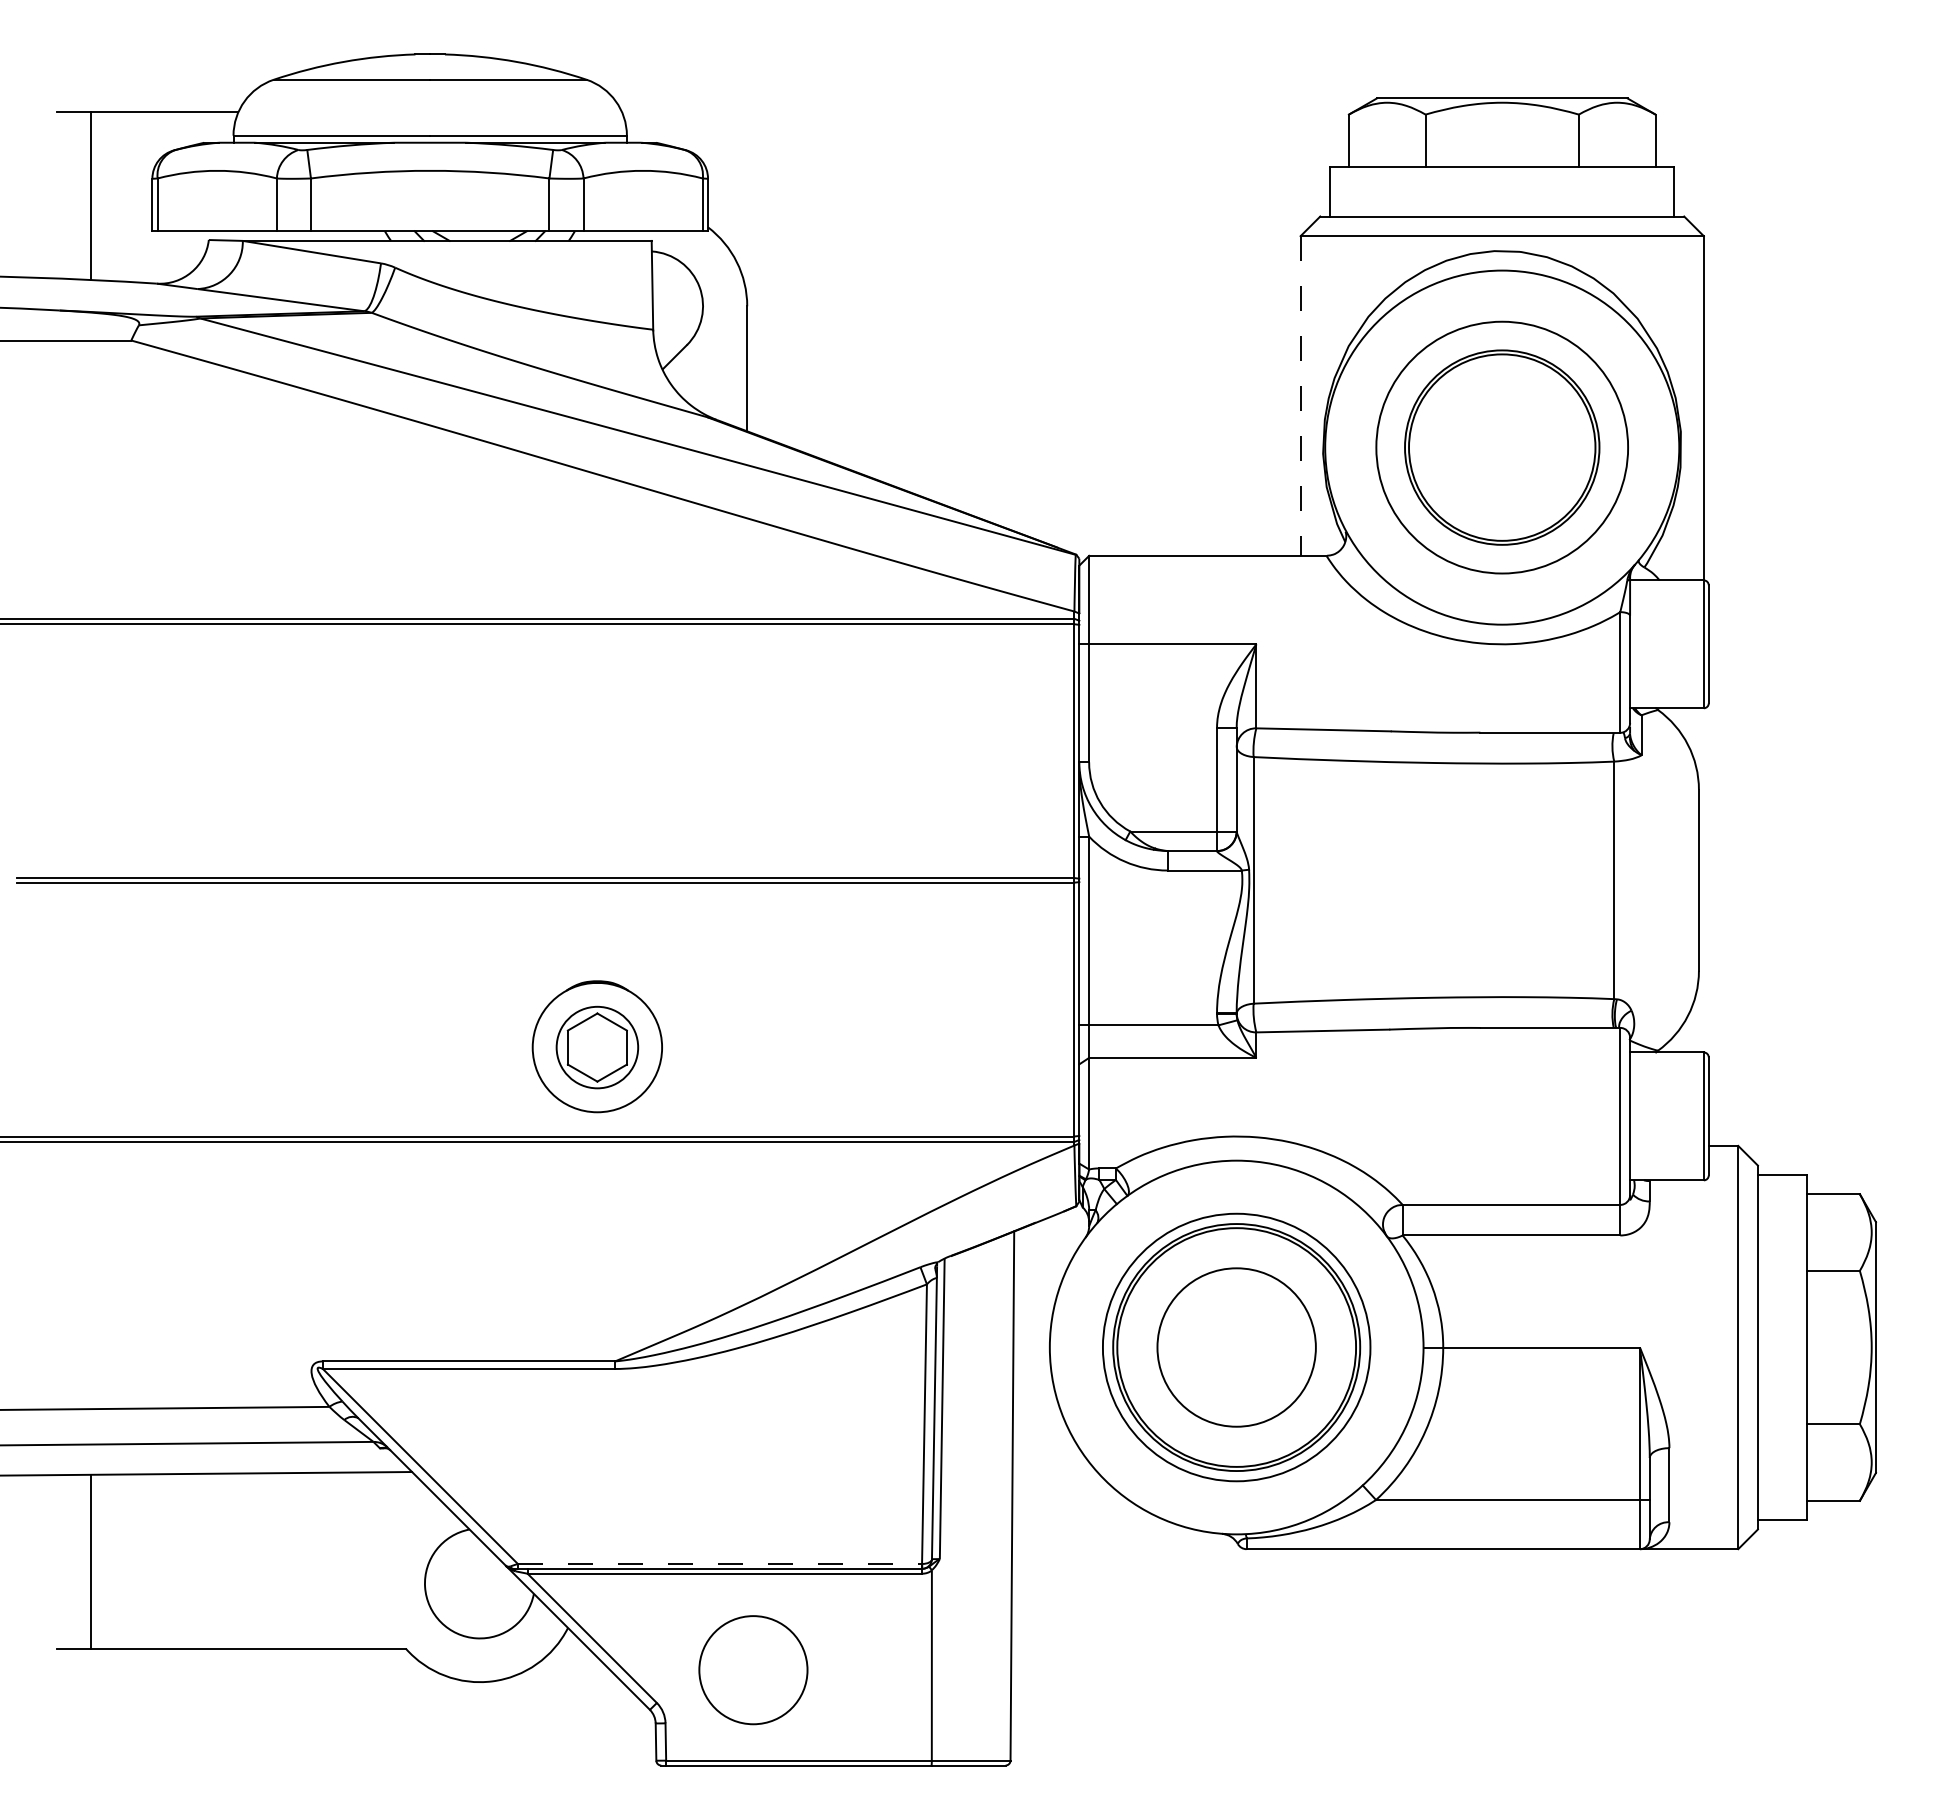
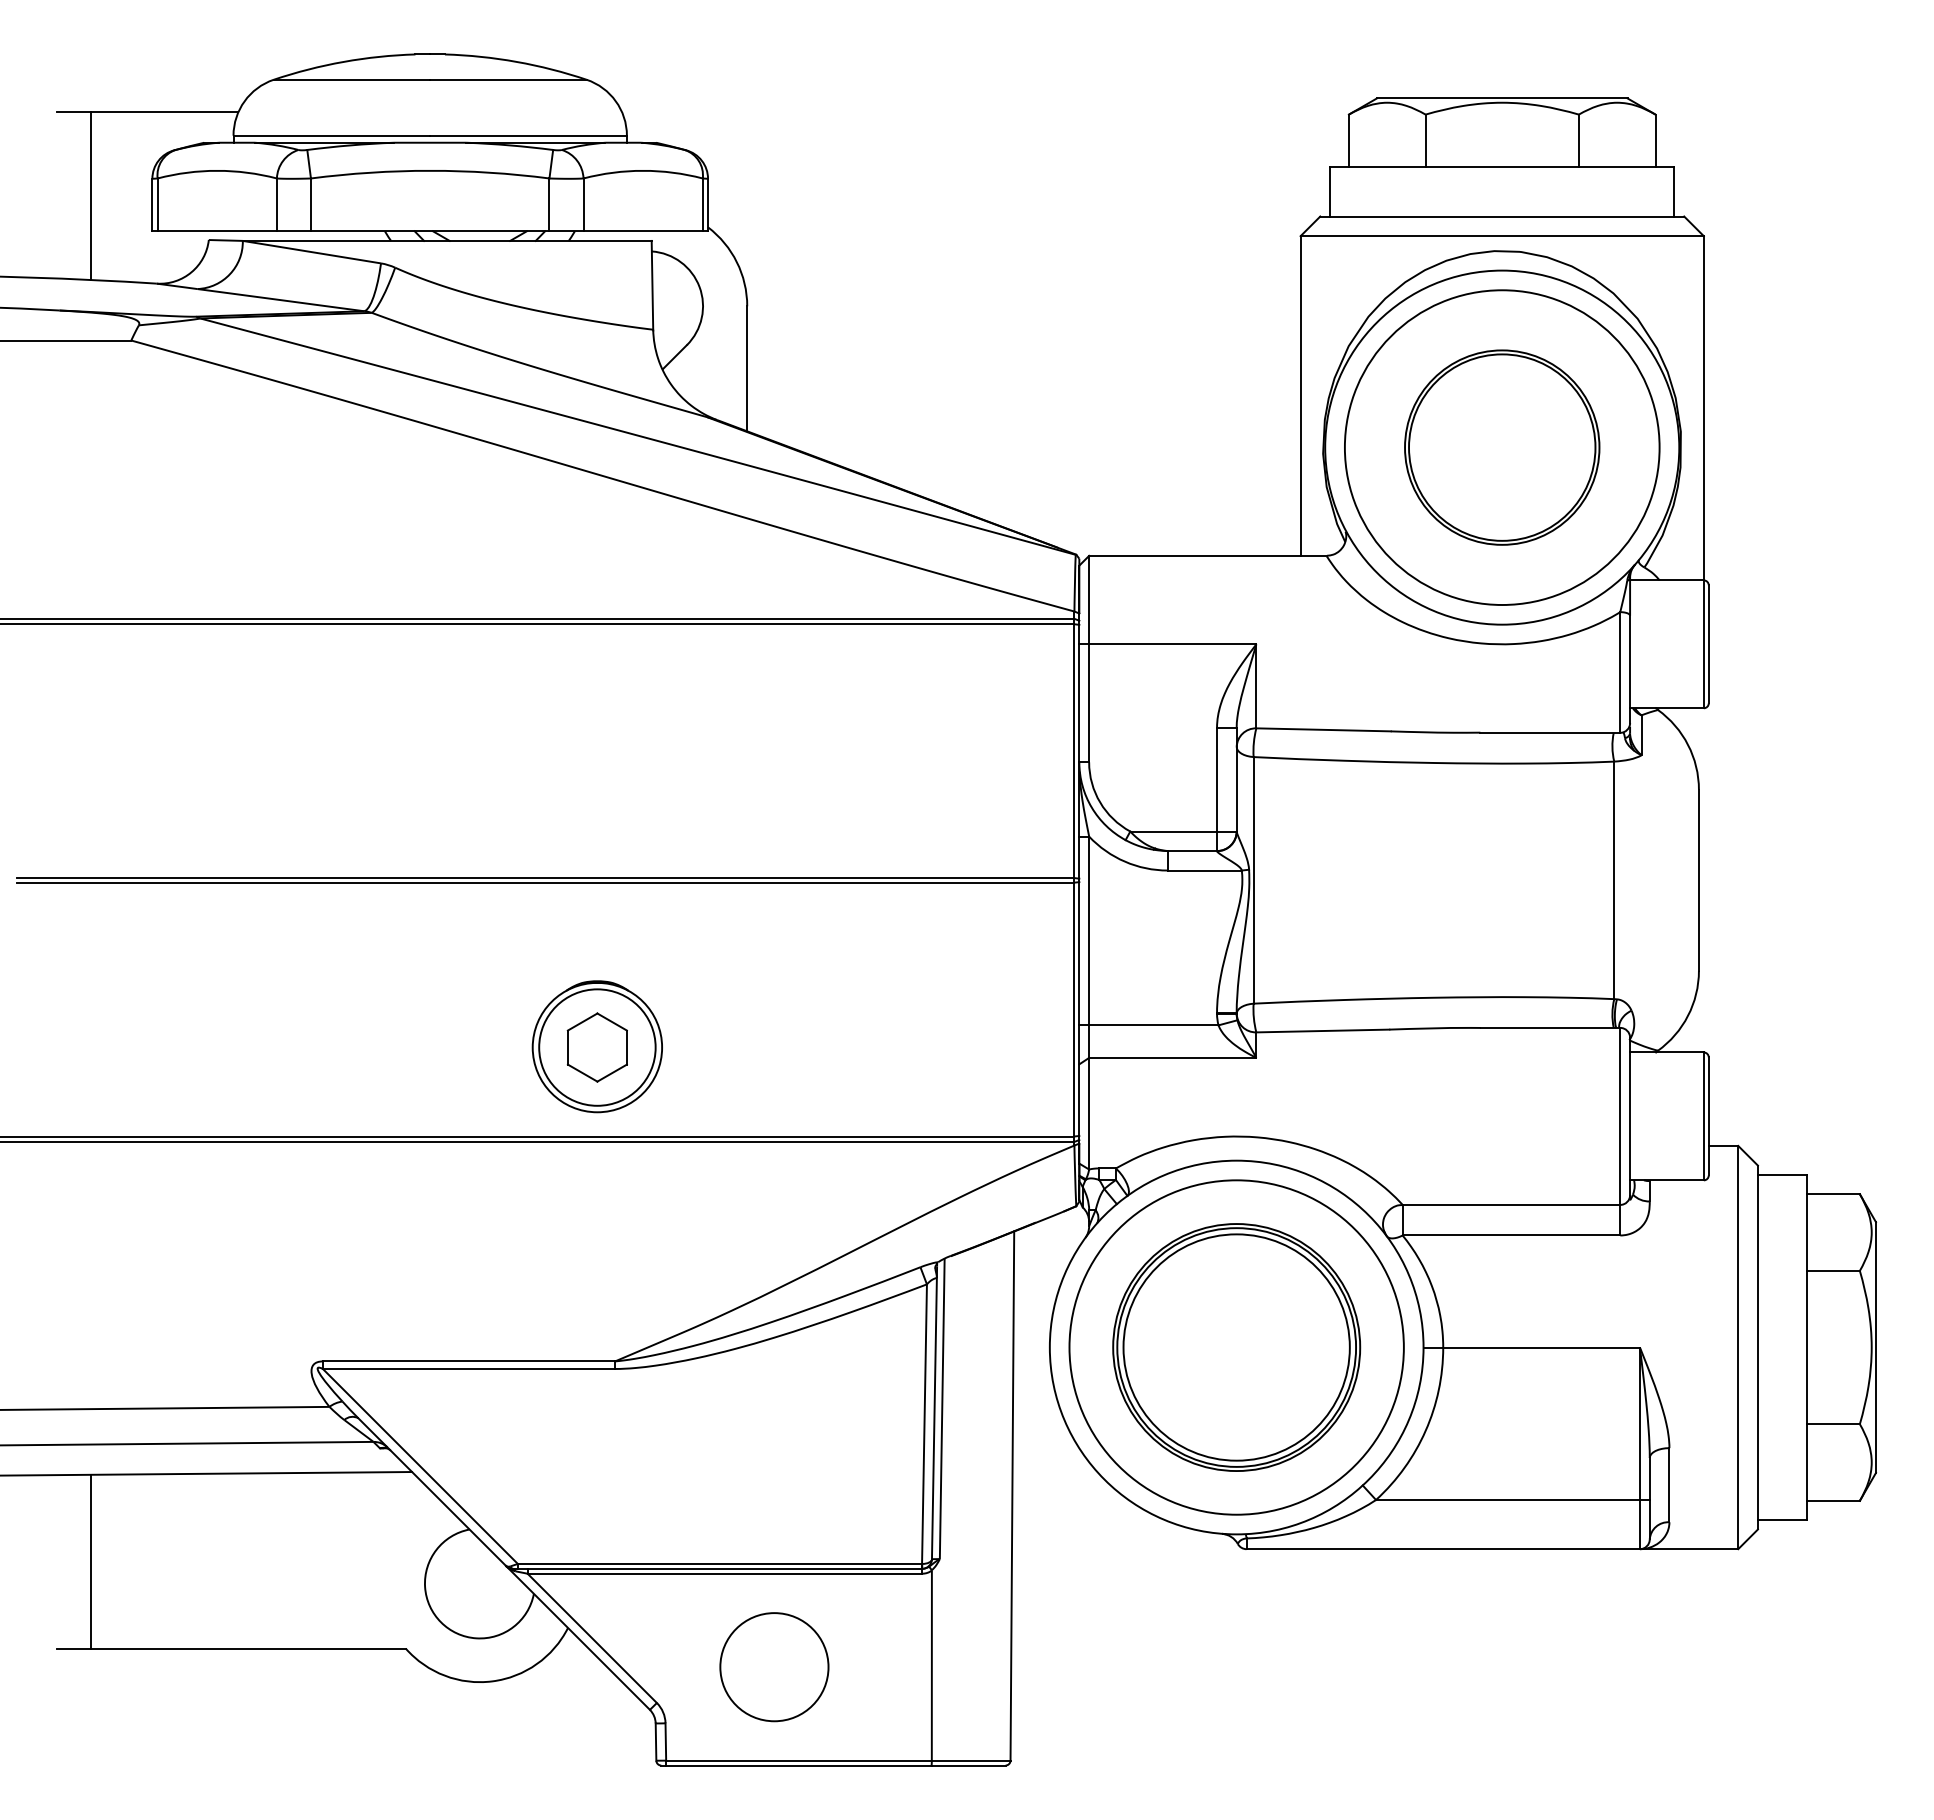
line at (1300, 396): dashed -> solid
circle at (1502, 447) diameter: 252 px -> 315 px
circle at (597, 1047) diameter: 82 px -> 116 px
circle at (1236, 1347) diameter: 158 px -> 226 px
circle at (1236, 1347) diameter: 268 px -> 334 px
line at (720, 1563): dashed -> solid
circle at (753, 1670) position: (753, 1670) -> (774, 1667)
